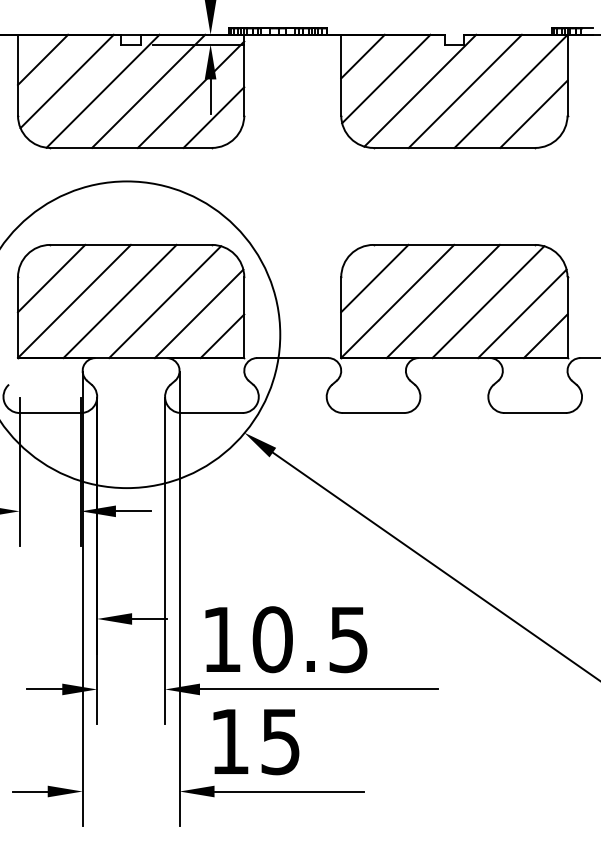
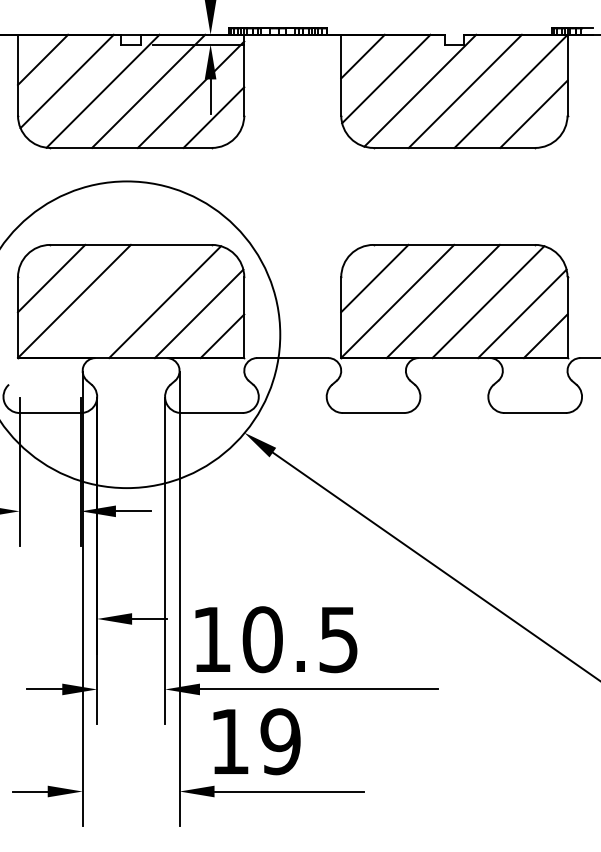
line at (119, 301): present -> none
text at (286, 639) position: (286, 639) -> (276, 639)
text at (280, 741): 15 -> 19
